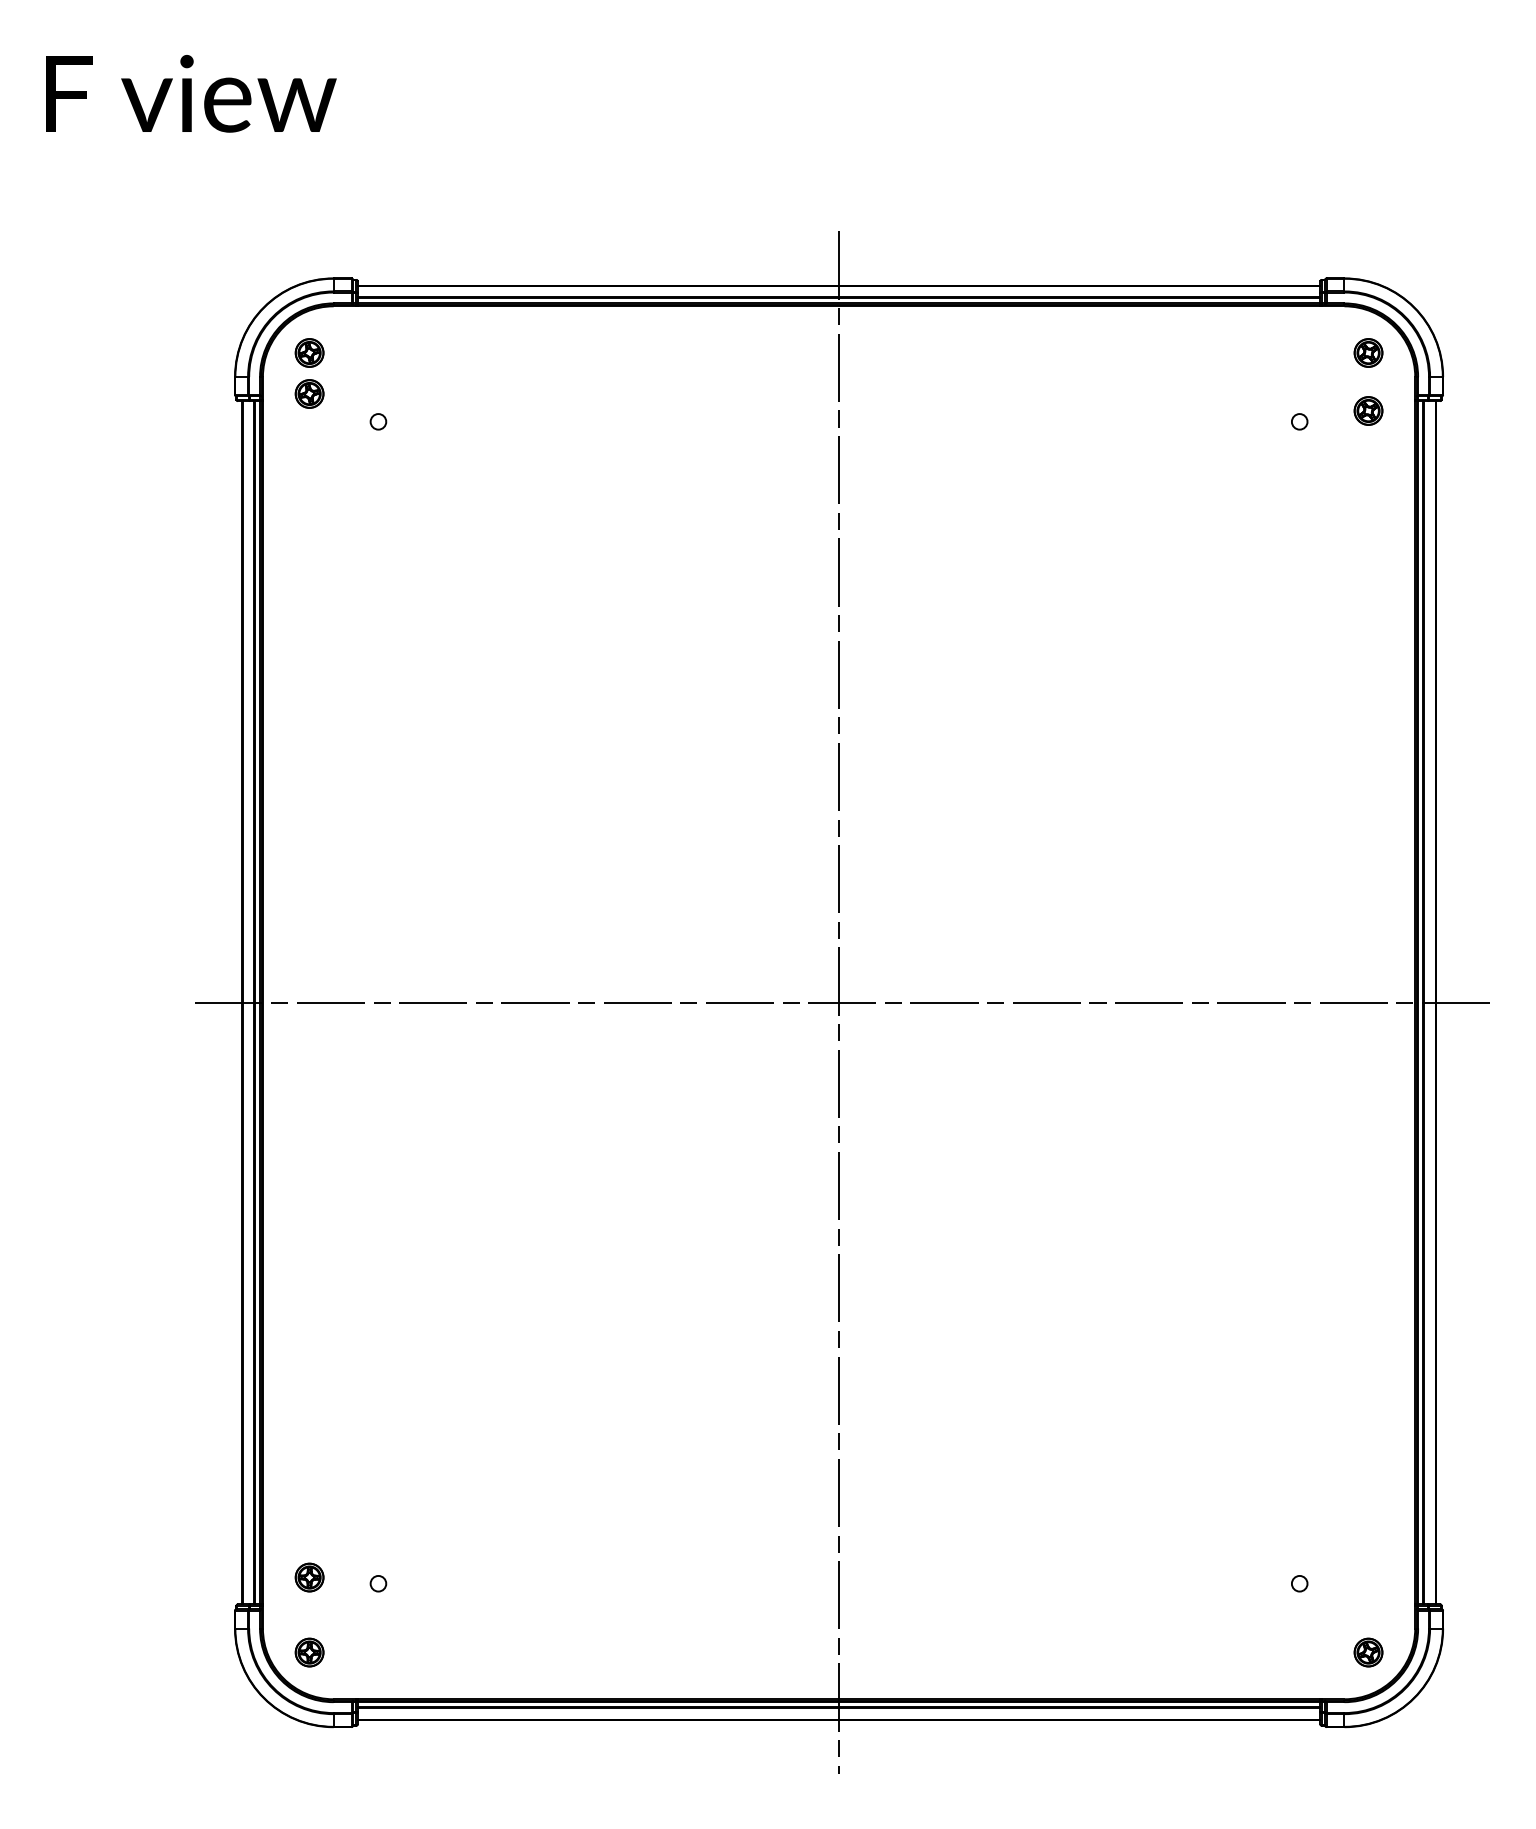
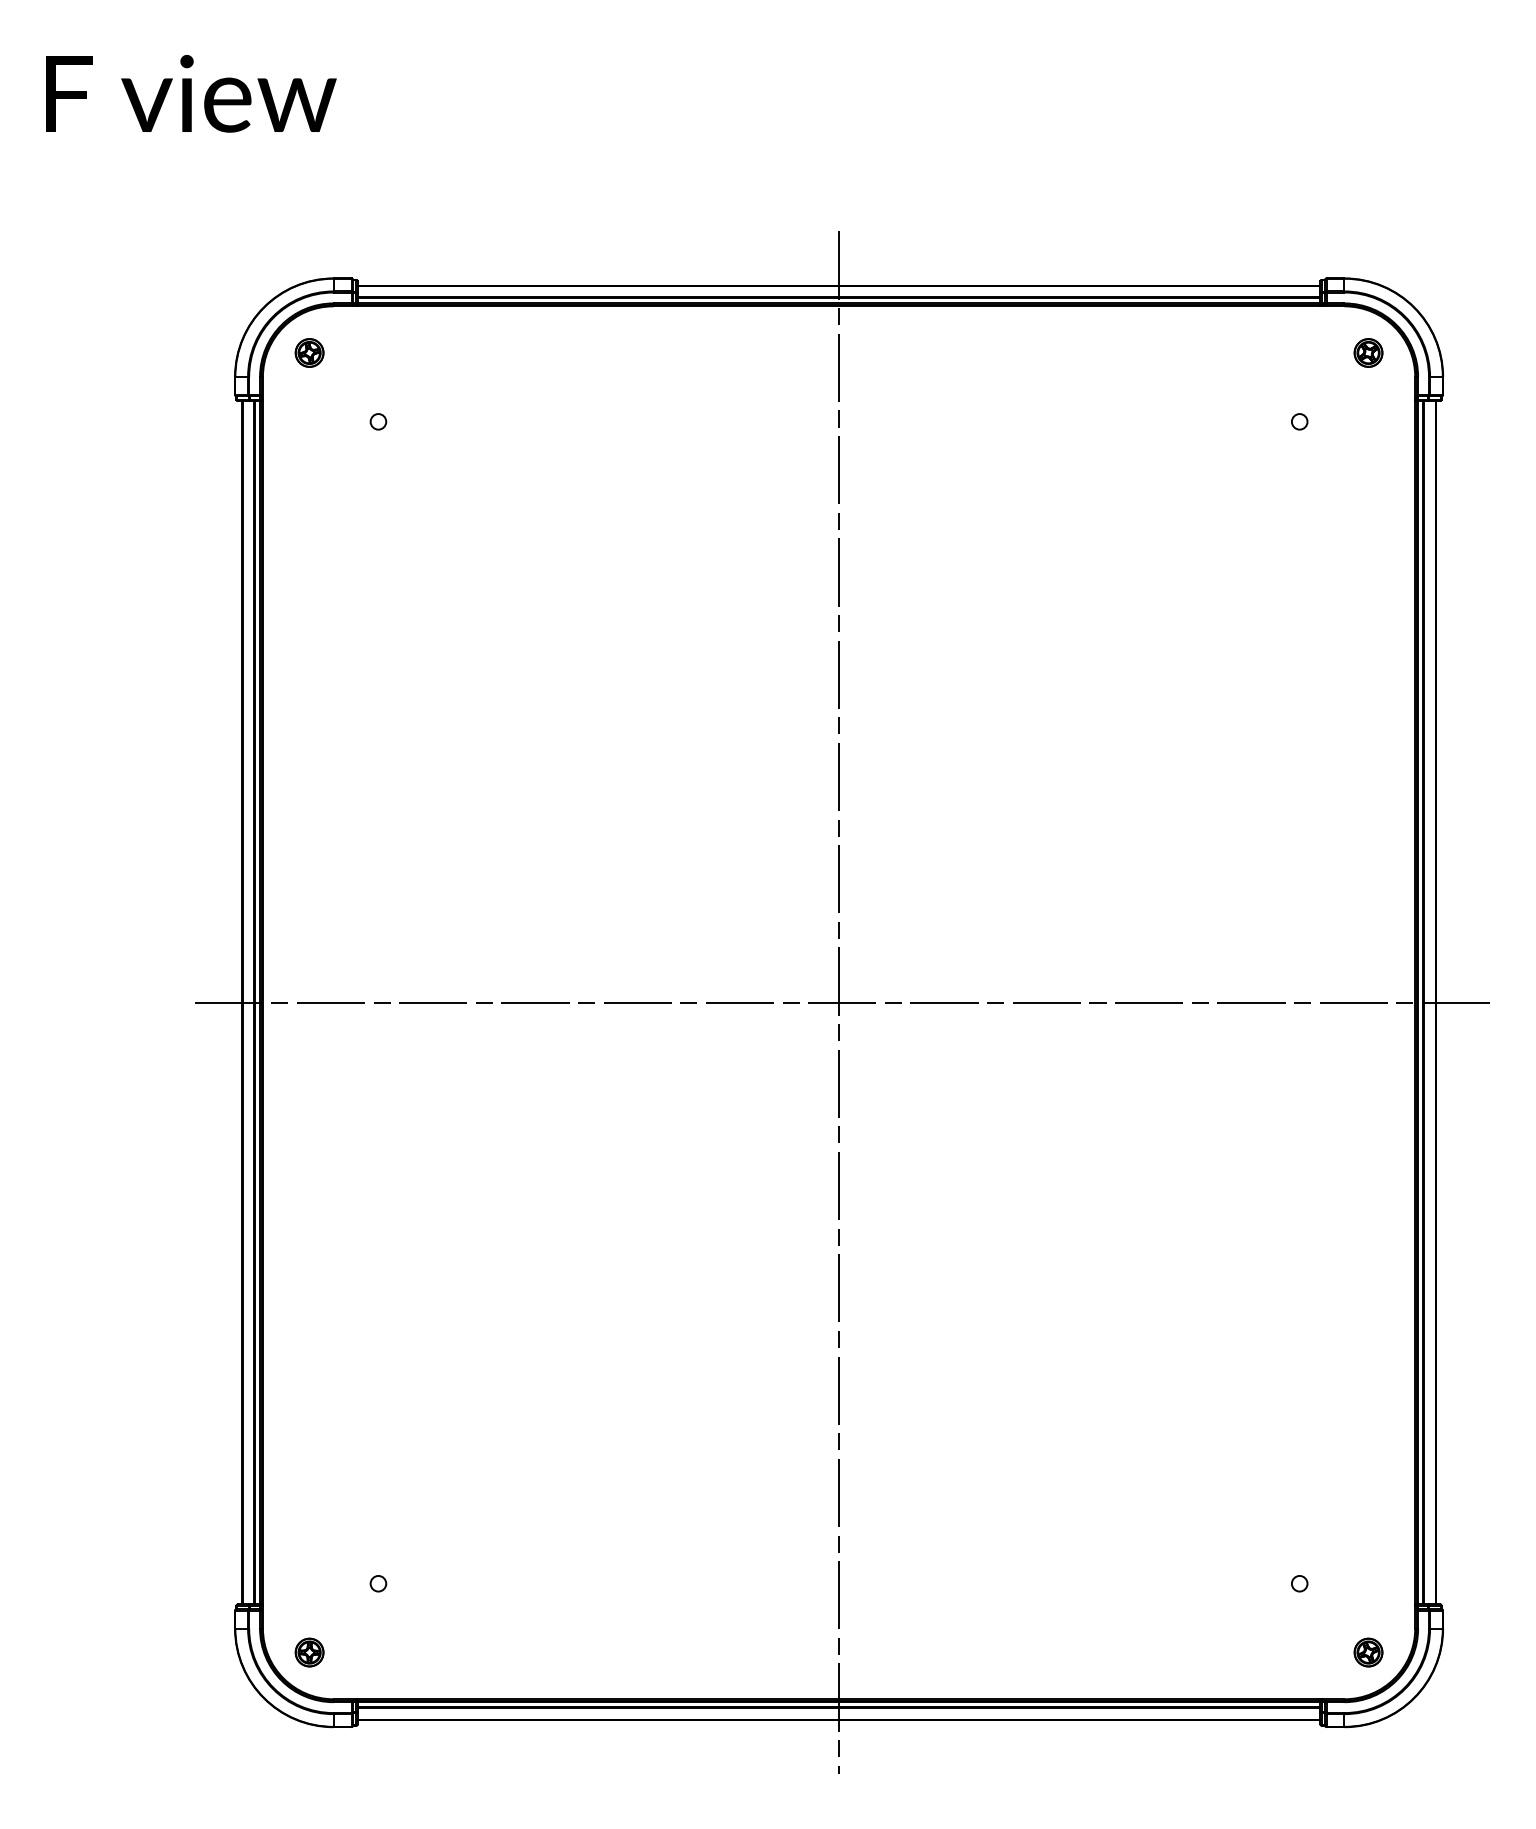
part at (309, 393): present -> none
part at (1368, 410): present -> none
part at (309, 1577): present -> none
